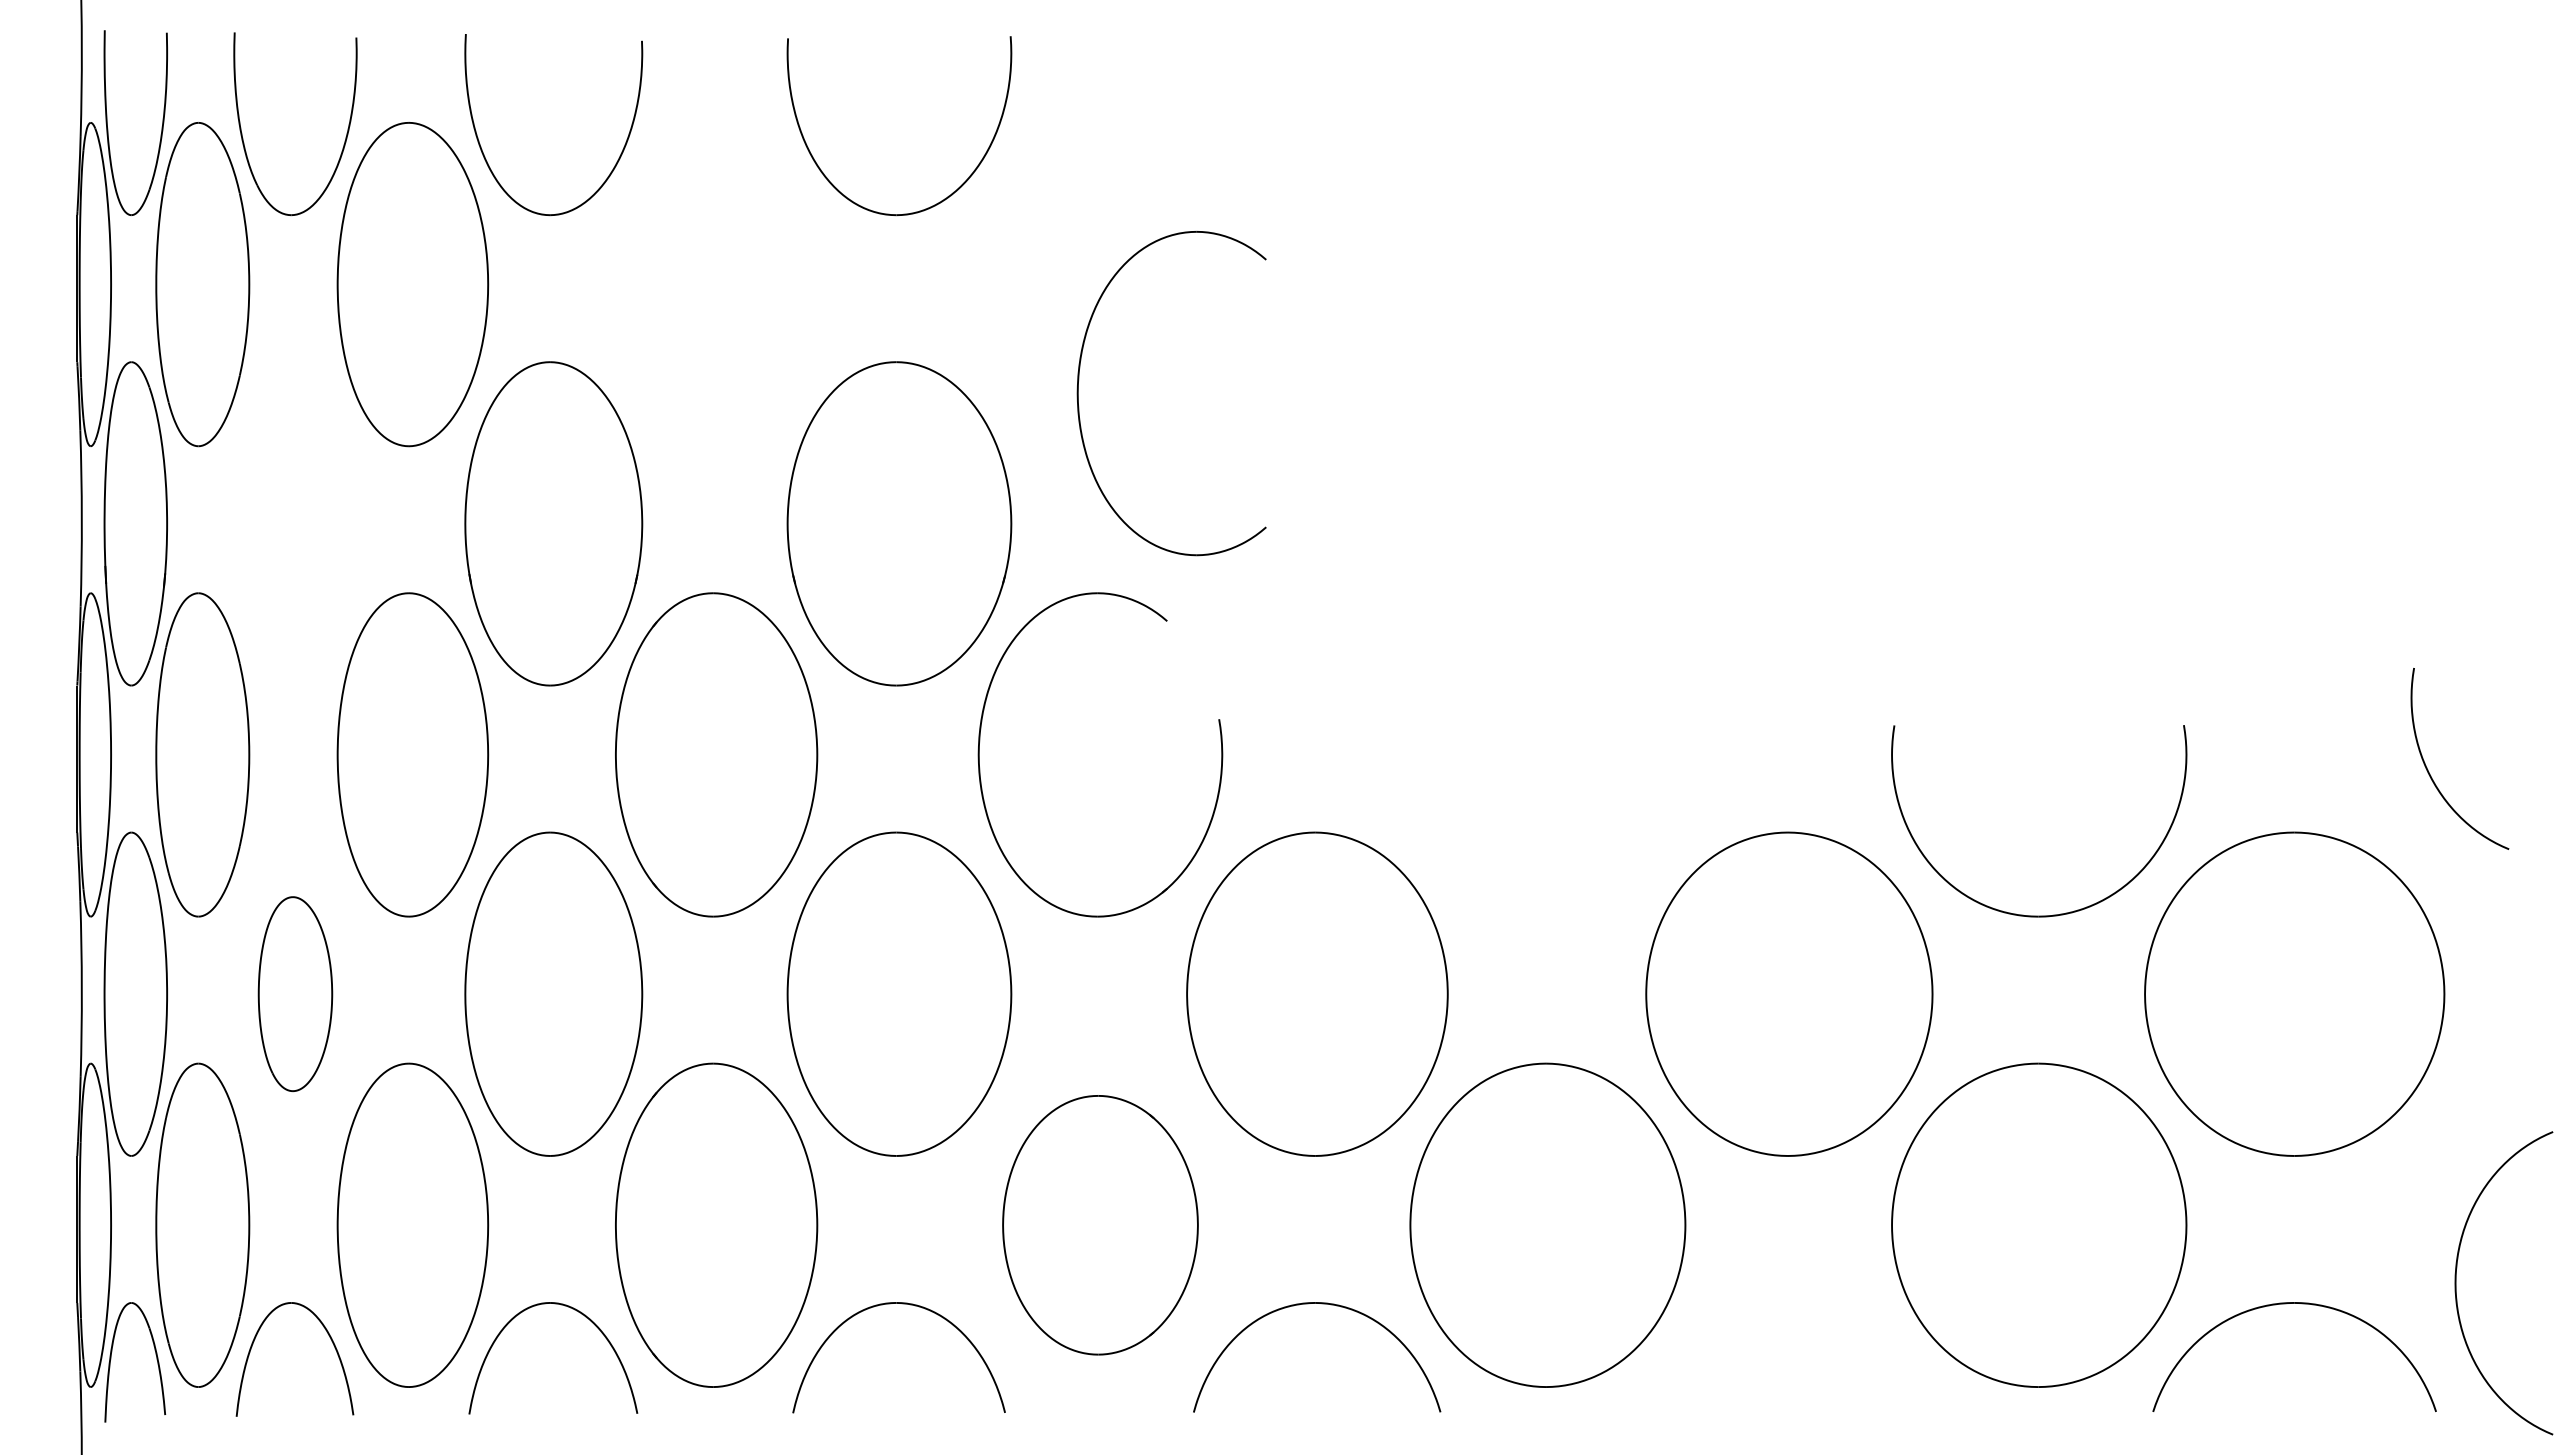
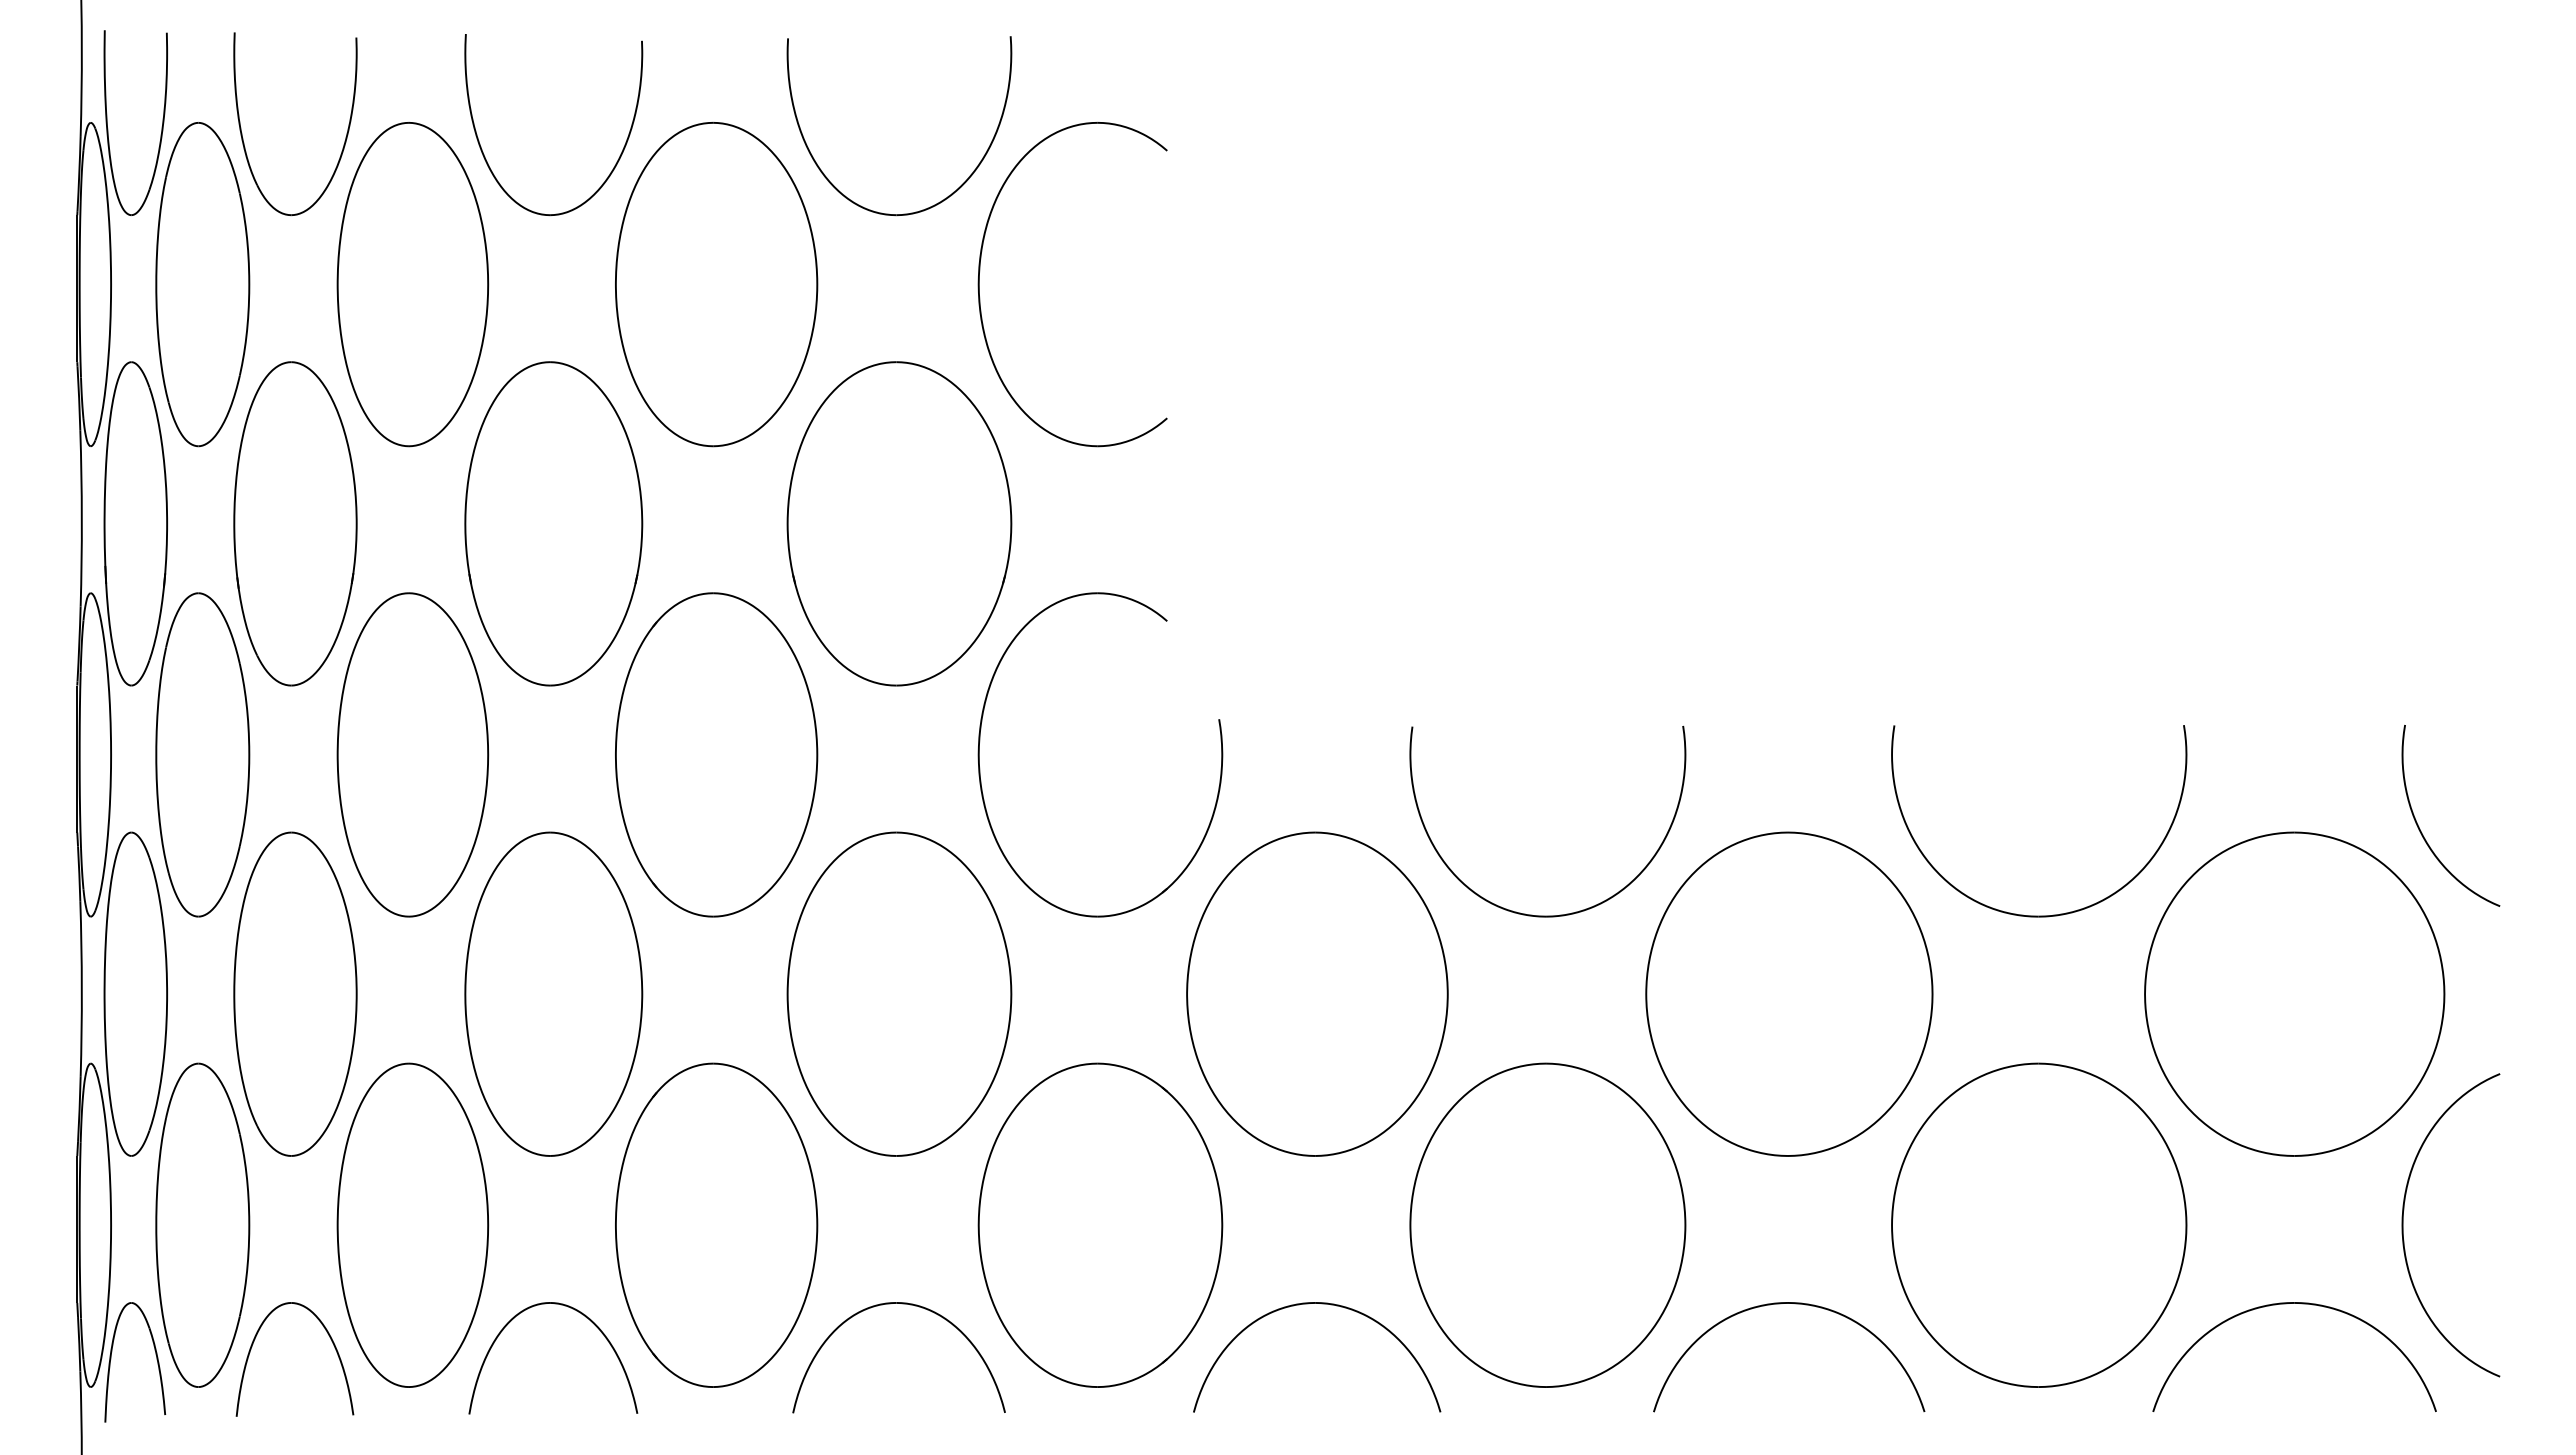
part at (716, 284): none -> present
part at (1079, 380) position: (1079, 380) -> (980, 271)
part at (295, 523): none -> present
curve at (2428, 769) position: (2428, 769) -> (2419, 826)
part at (1560, 914): none -> present
part at (295, 993) size: 77x196 px -> 125x326 px
part at (1100, 1225) size: 197x261 px -> 247x326 px
curve at (2456, 1283) position: (2456, 1283) -> (2403, 1225)
part at (1795, 1304): none -> present
